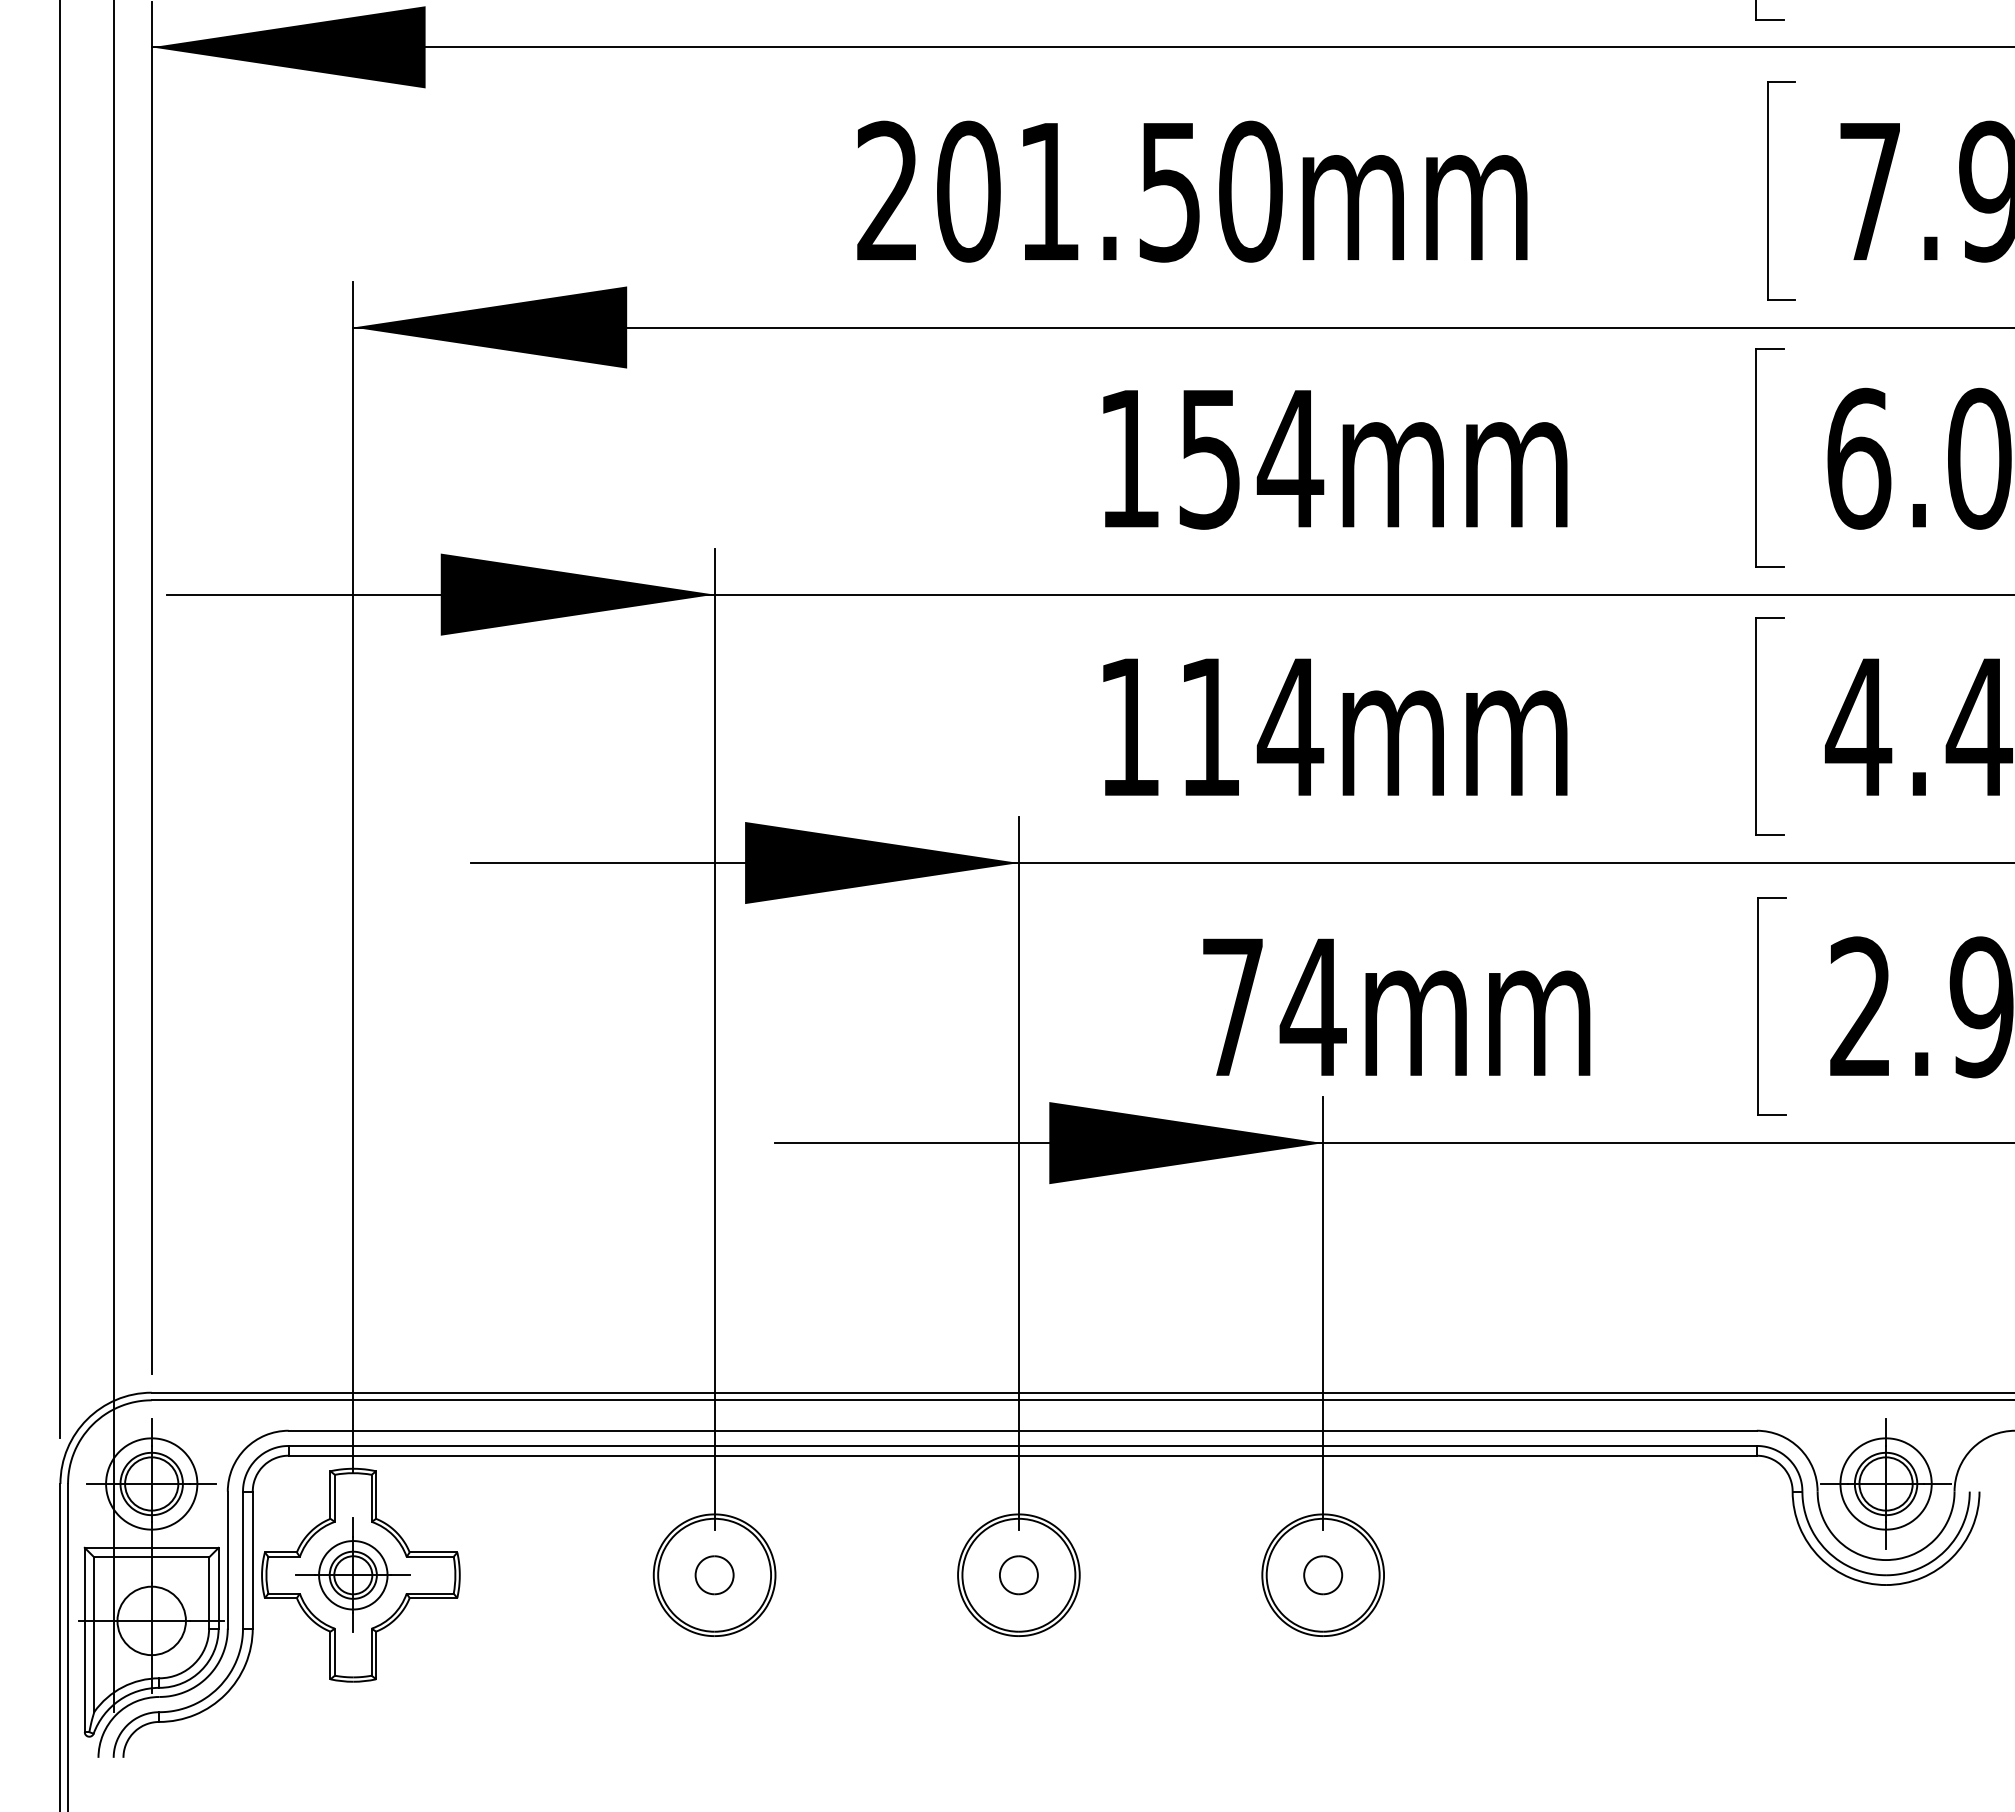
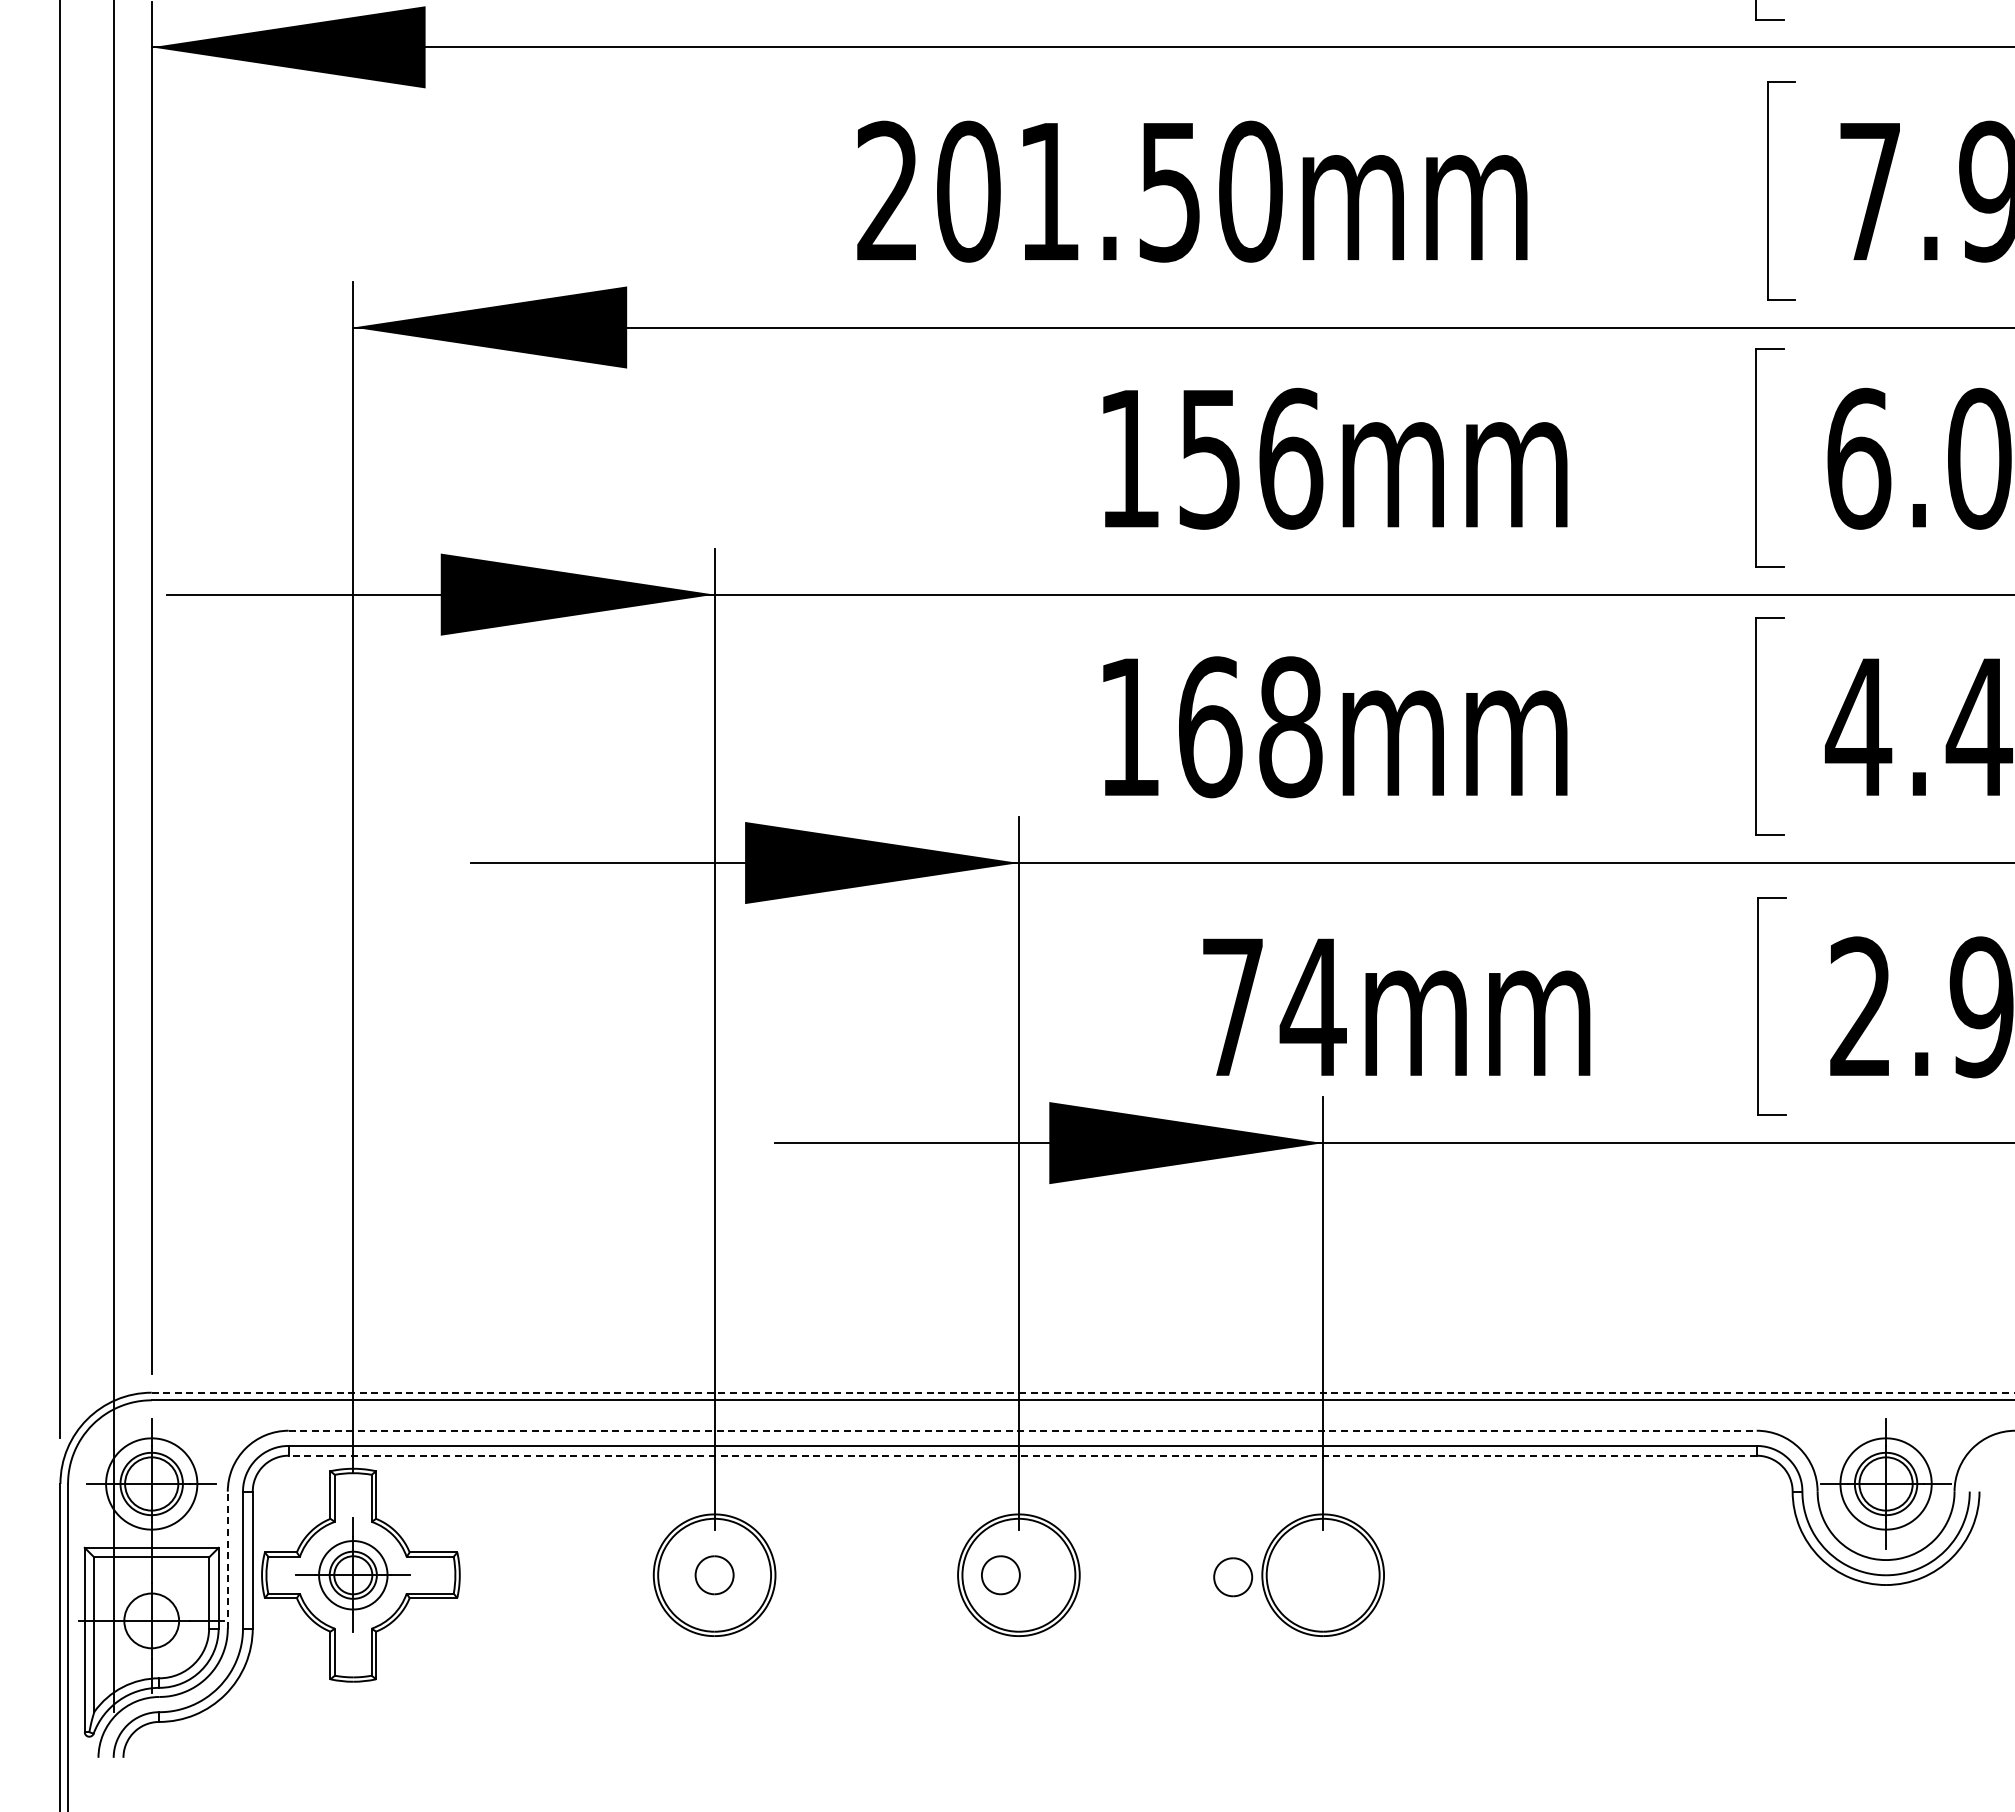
text at (1290, 458): 154mm -> 156mm
text at (1251, 727): 114mm -> 168mm
line at (1083, 1392): solid -> dashed
line at (1023, 1430): solid -> dashed
line at (1022, 1455): solid -> dashed
line at (227, 1559): solid -> dashed
part at (1018, 1575) position: (1018, 1575) -> (1000, 1575)
part at (1323, 1575) position: (1323, 1575) -> (1233, 1577)
circle at (151, 1620) diameter: 68 px -> 55 px
